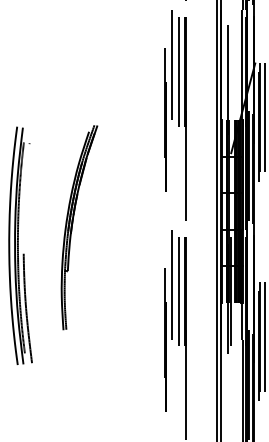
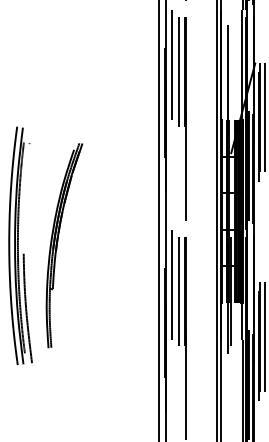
line at (159, 220): none -> present
line at (165, 221): dashed -> solid
part at (72, 227) position: (72, 227) -> (57, 245)
